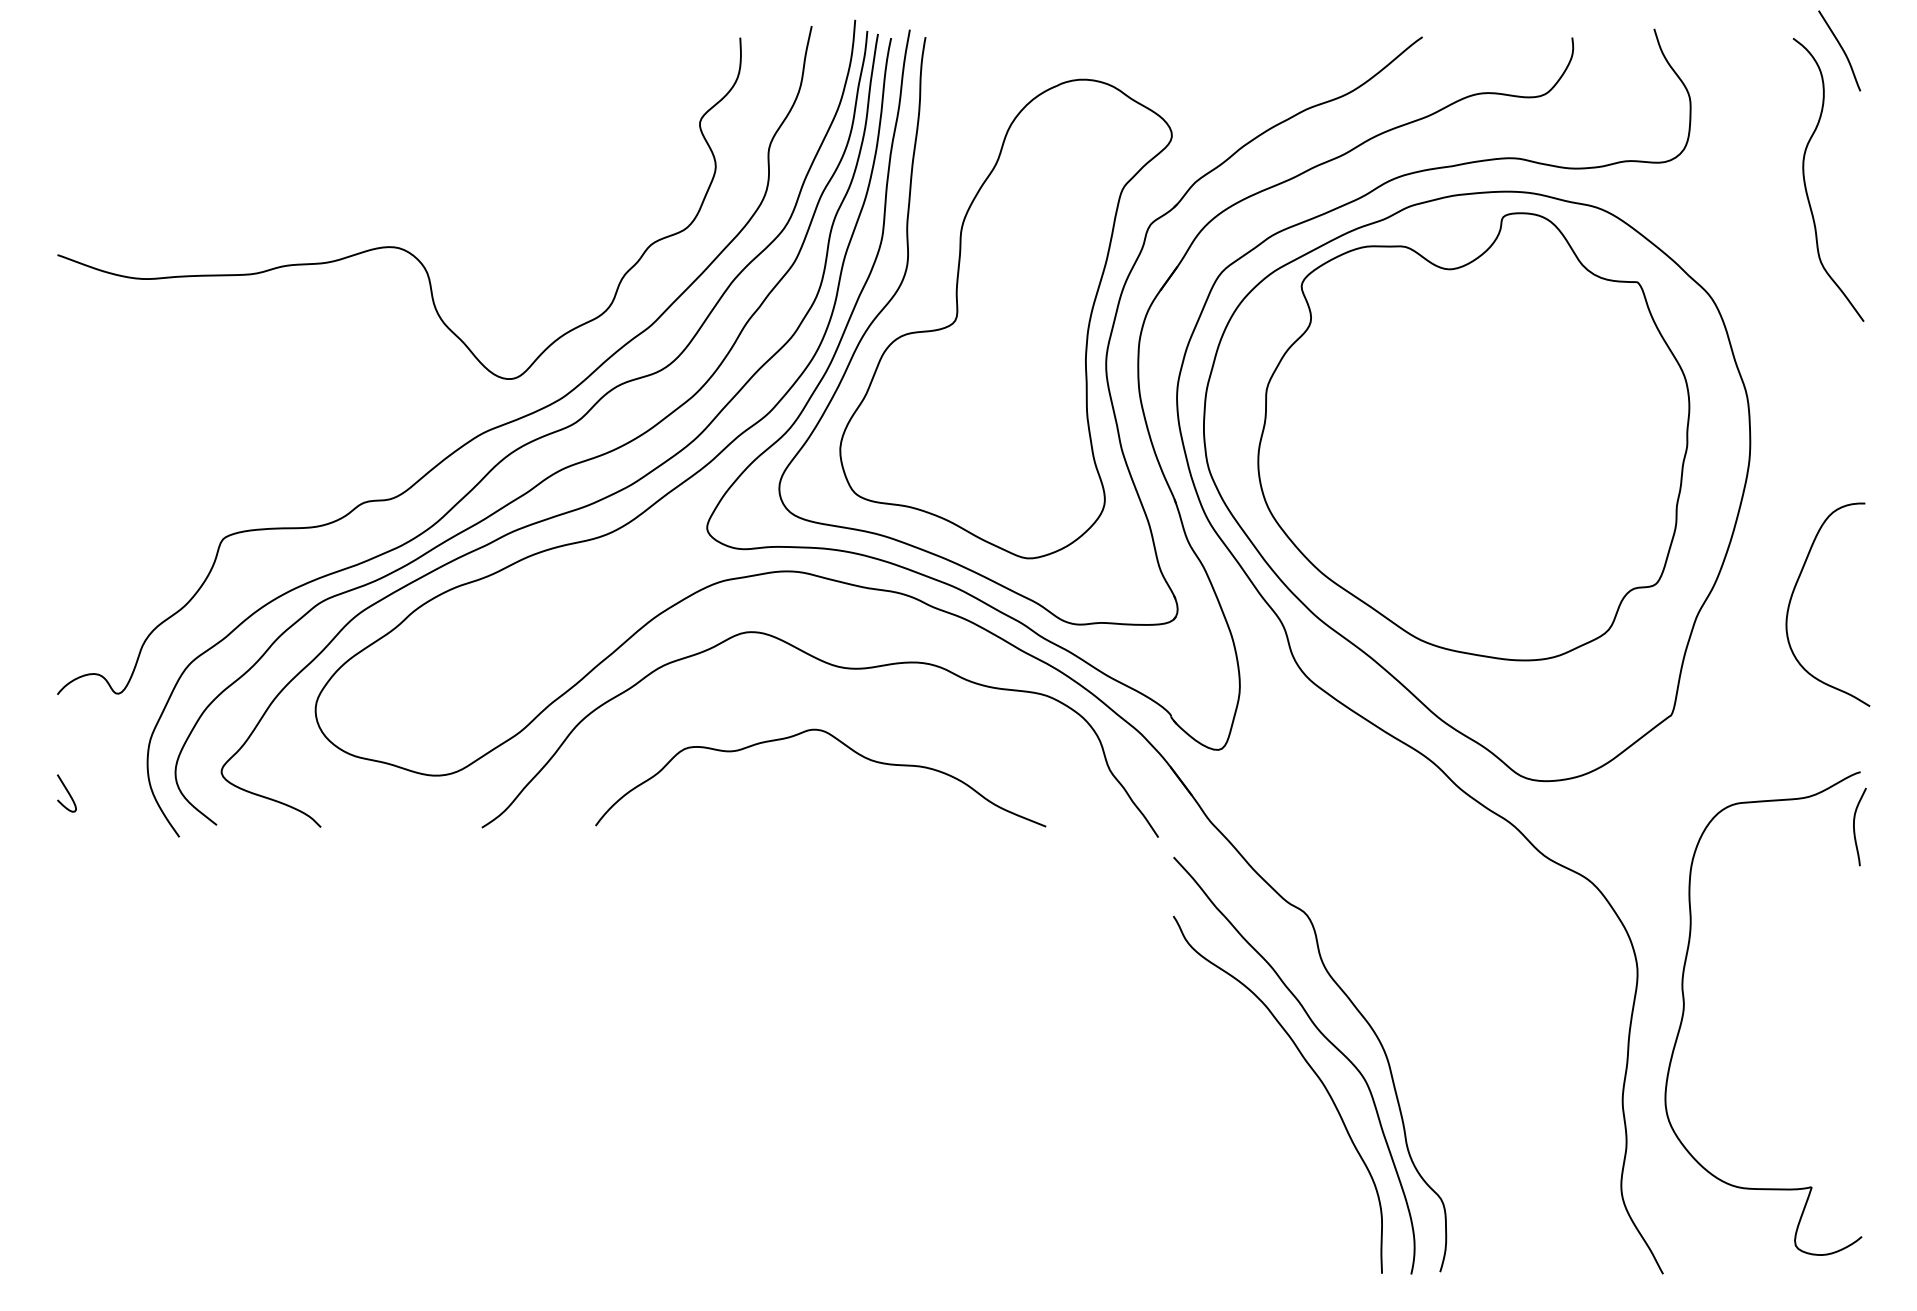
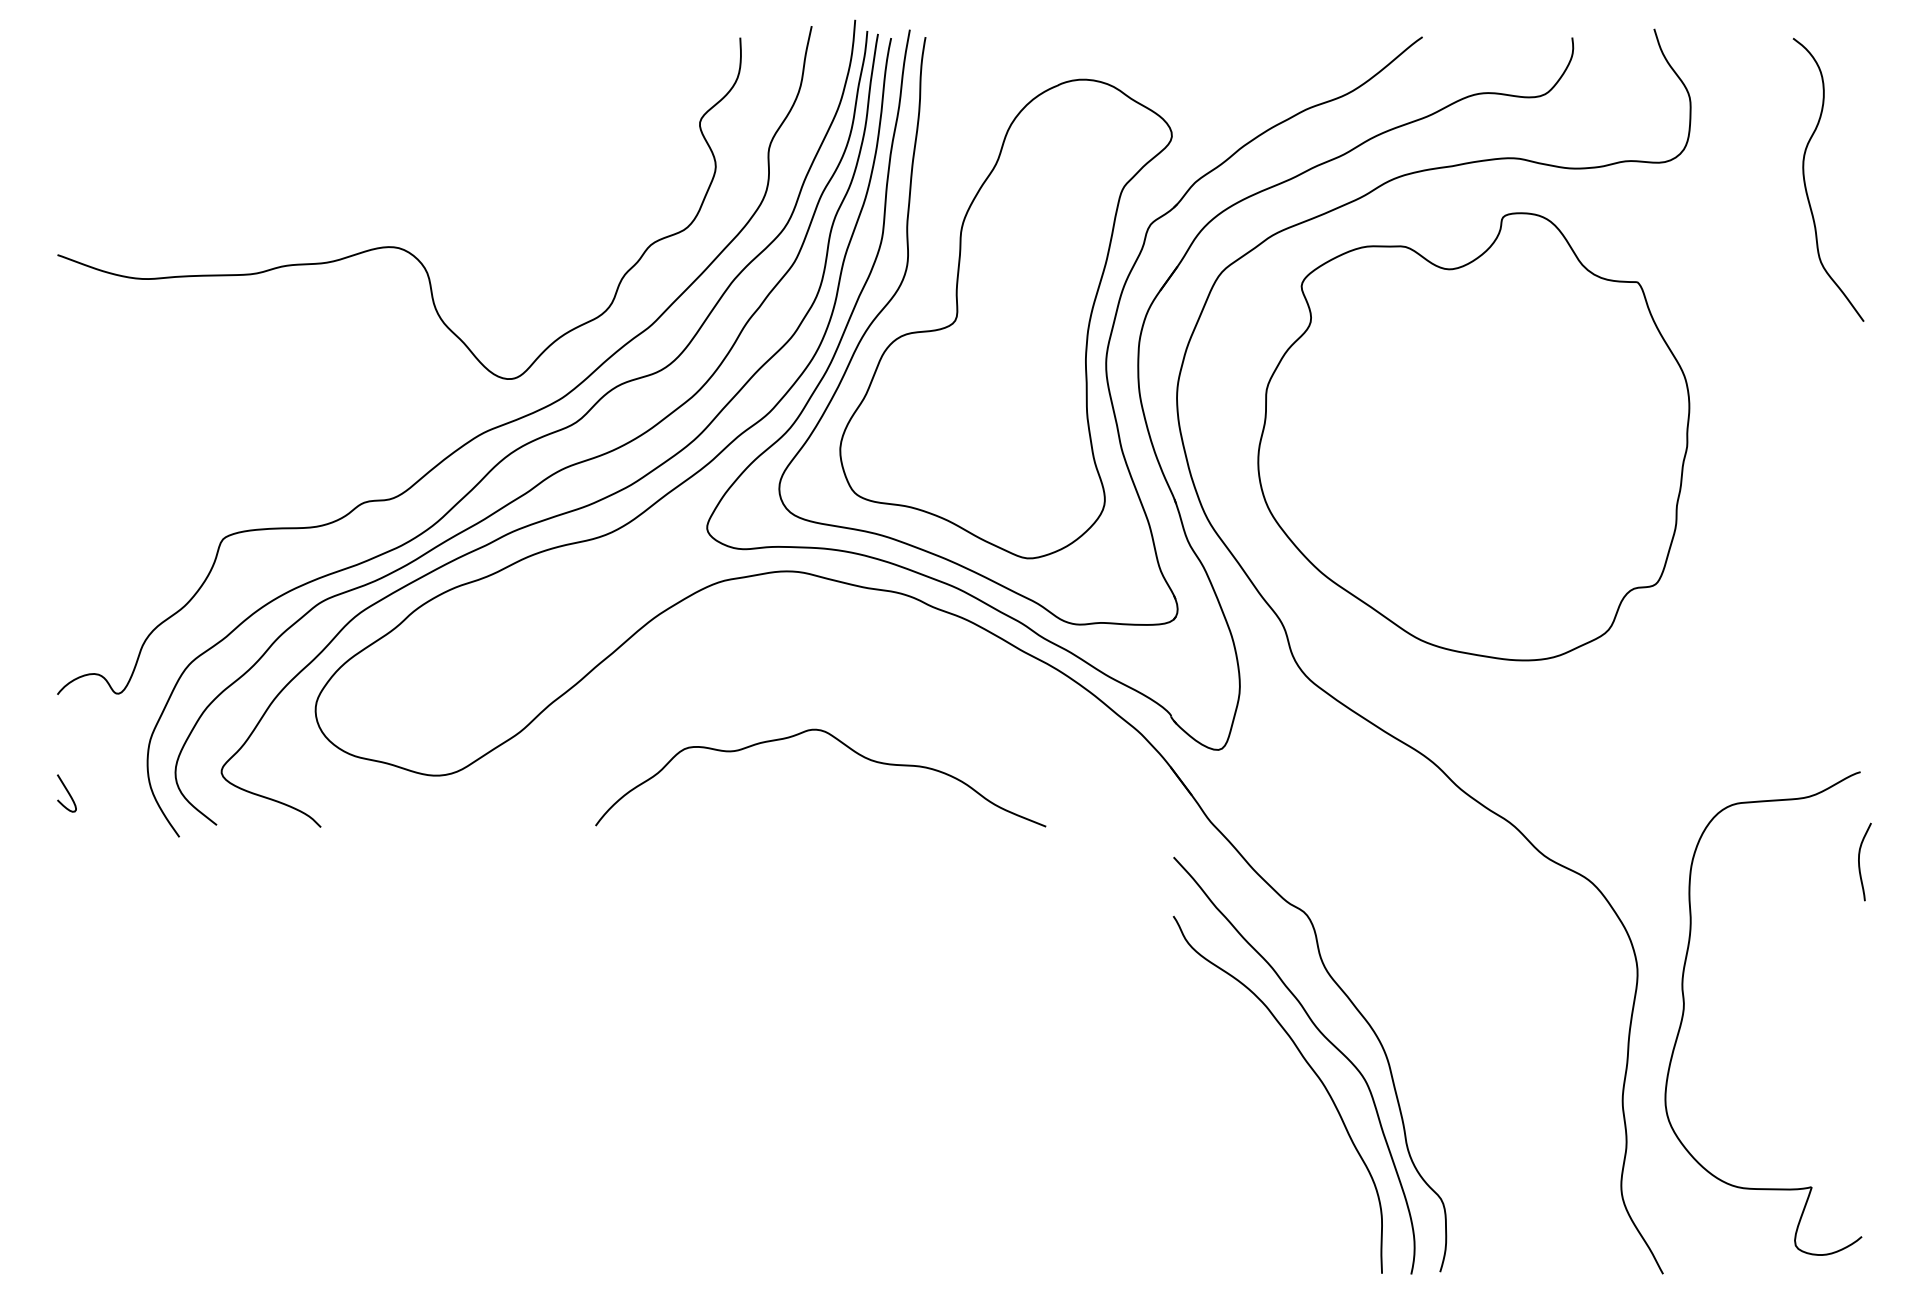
curve at (1841, 49): present -> none
part at (1477, 486): present -> none
curve at (1793, 594): present -> none
curve at (836, 667): present -> none
curve at (1854, 826) position: (1854, 826) -> (1859, 861)
